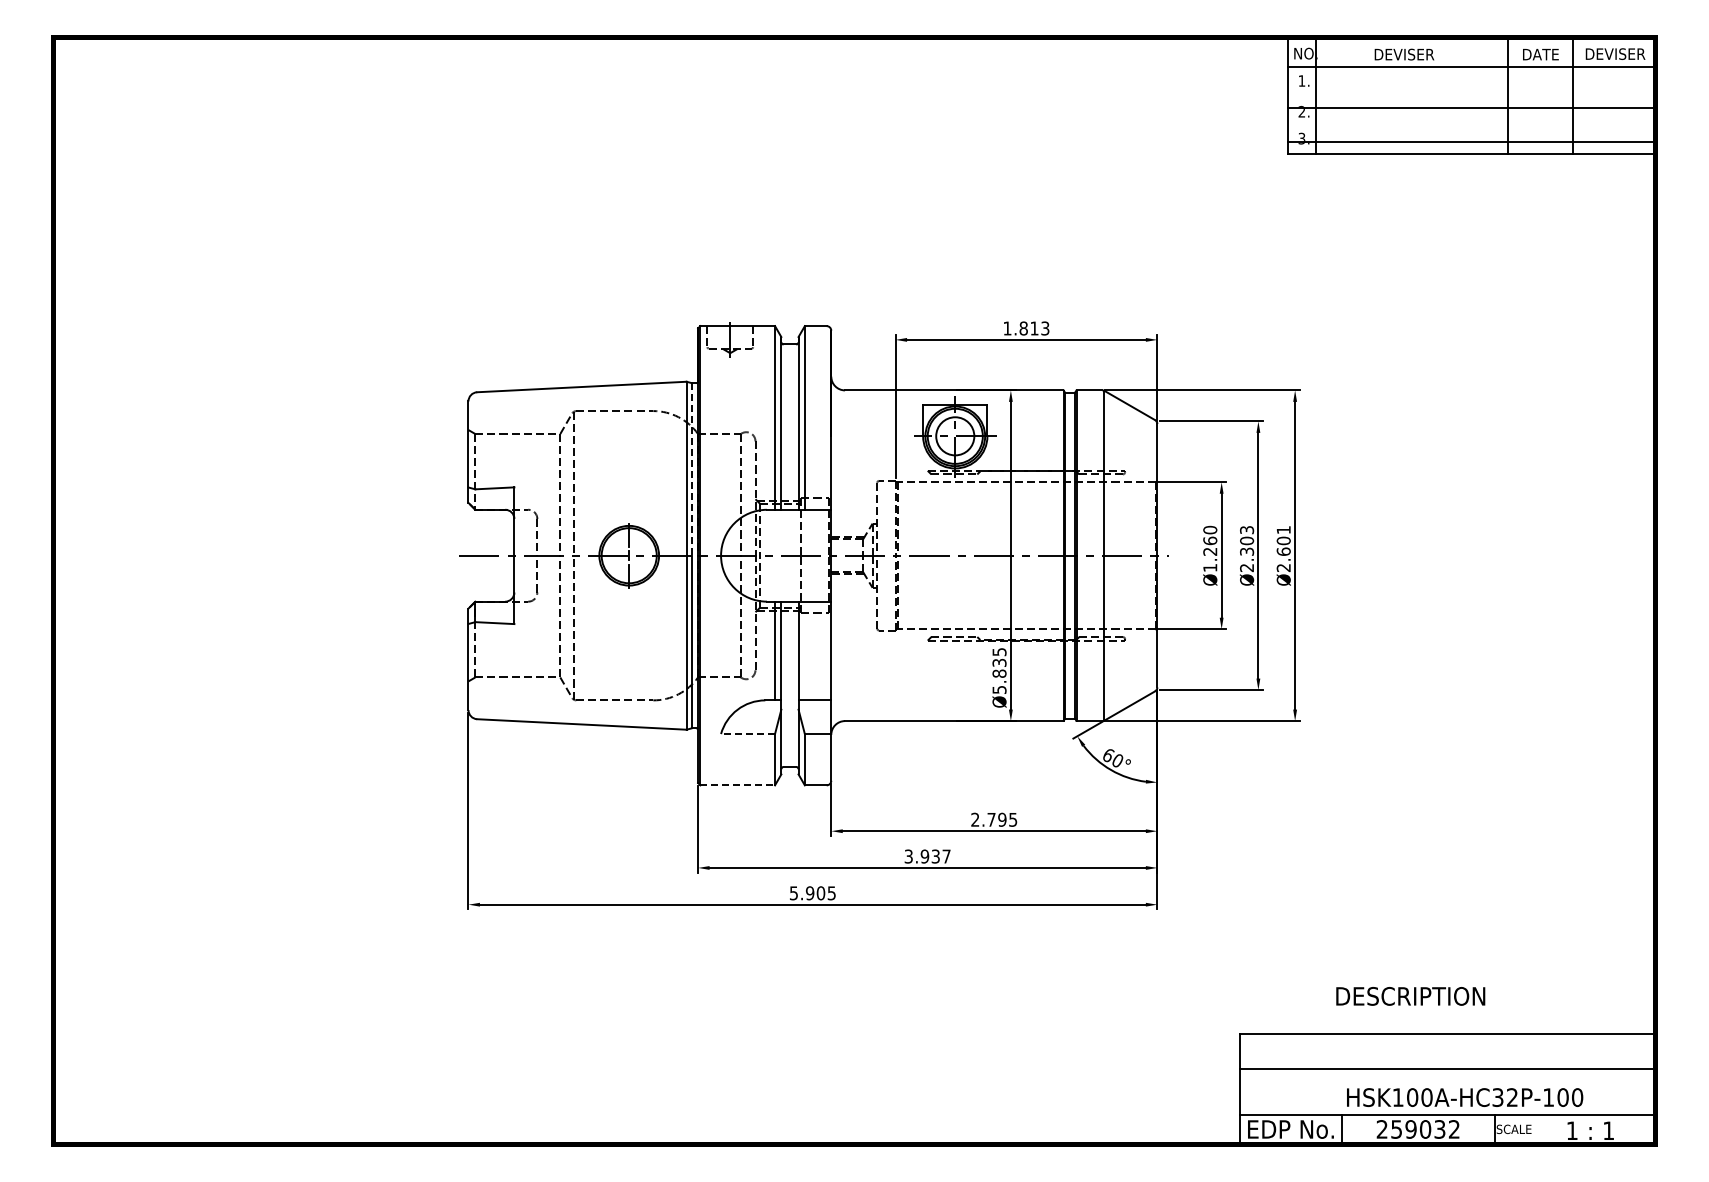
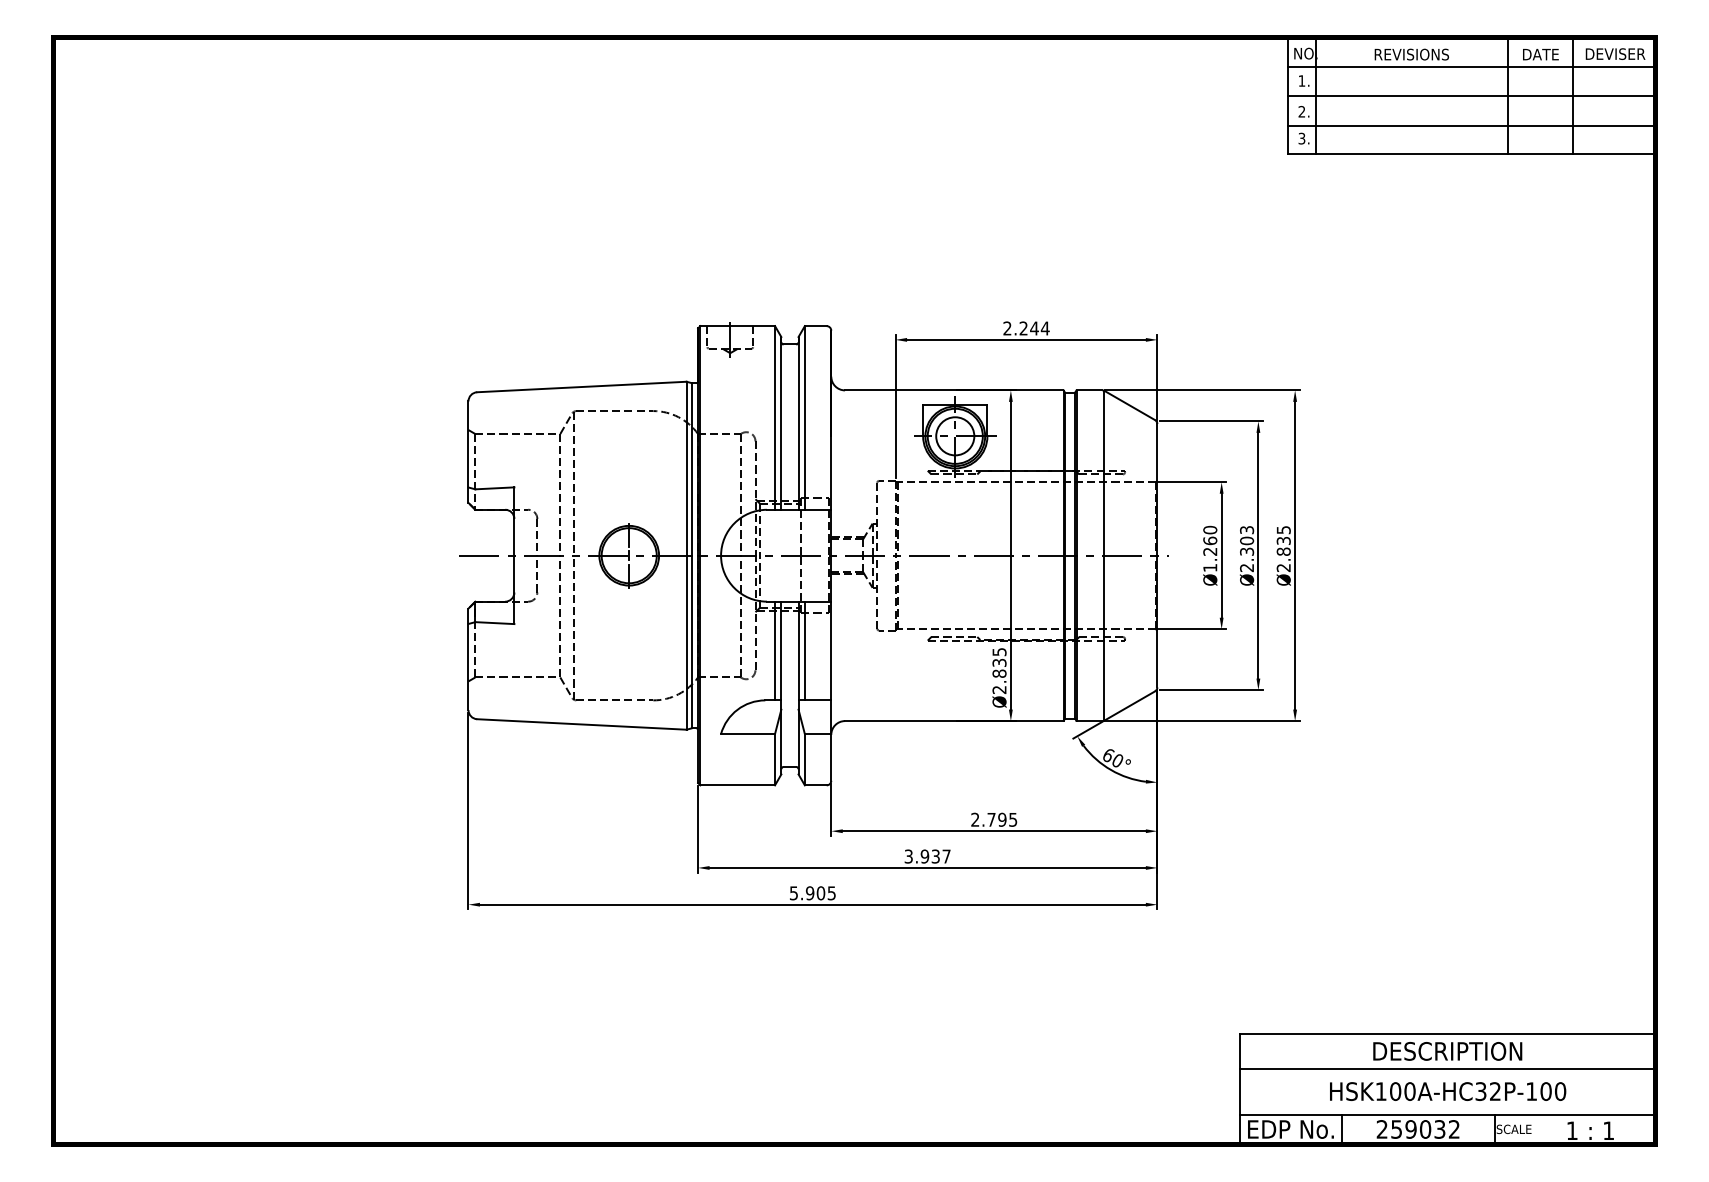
text at (1412, 54): DEVISER -> REVISIONS
line at (1471, 108) position: (1471, 108) -> (1471, 96)
line at (1471, 141) position: (1471, 141) -> (1471, 125)
text at (1026, 328): 1.813 -> 2.244
line at (691, 469): dashed -> solid
text at (1283, 540): Ø2.601 -> Ø2.835
line at (804, 650): none -> present
text at (999, 689): Ø5.835 -> Ø2.835
line at (748, 734): dashed -> solid
line at (738, 785): dashed -> solid
text at (1410, 996) position: (1410, 996) -> (1447, 1051)
text at (1465, 1097) position: (1465, 1097) -> (1448, 1091)
